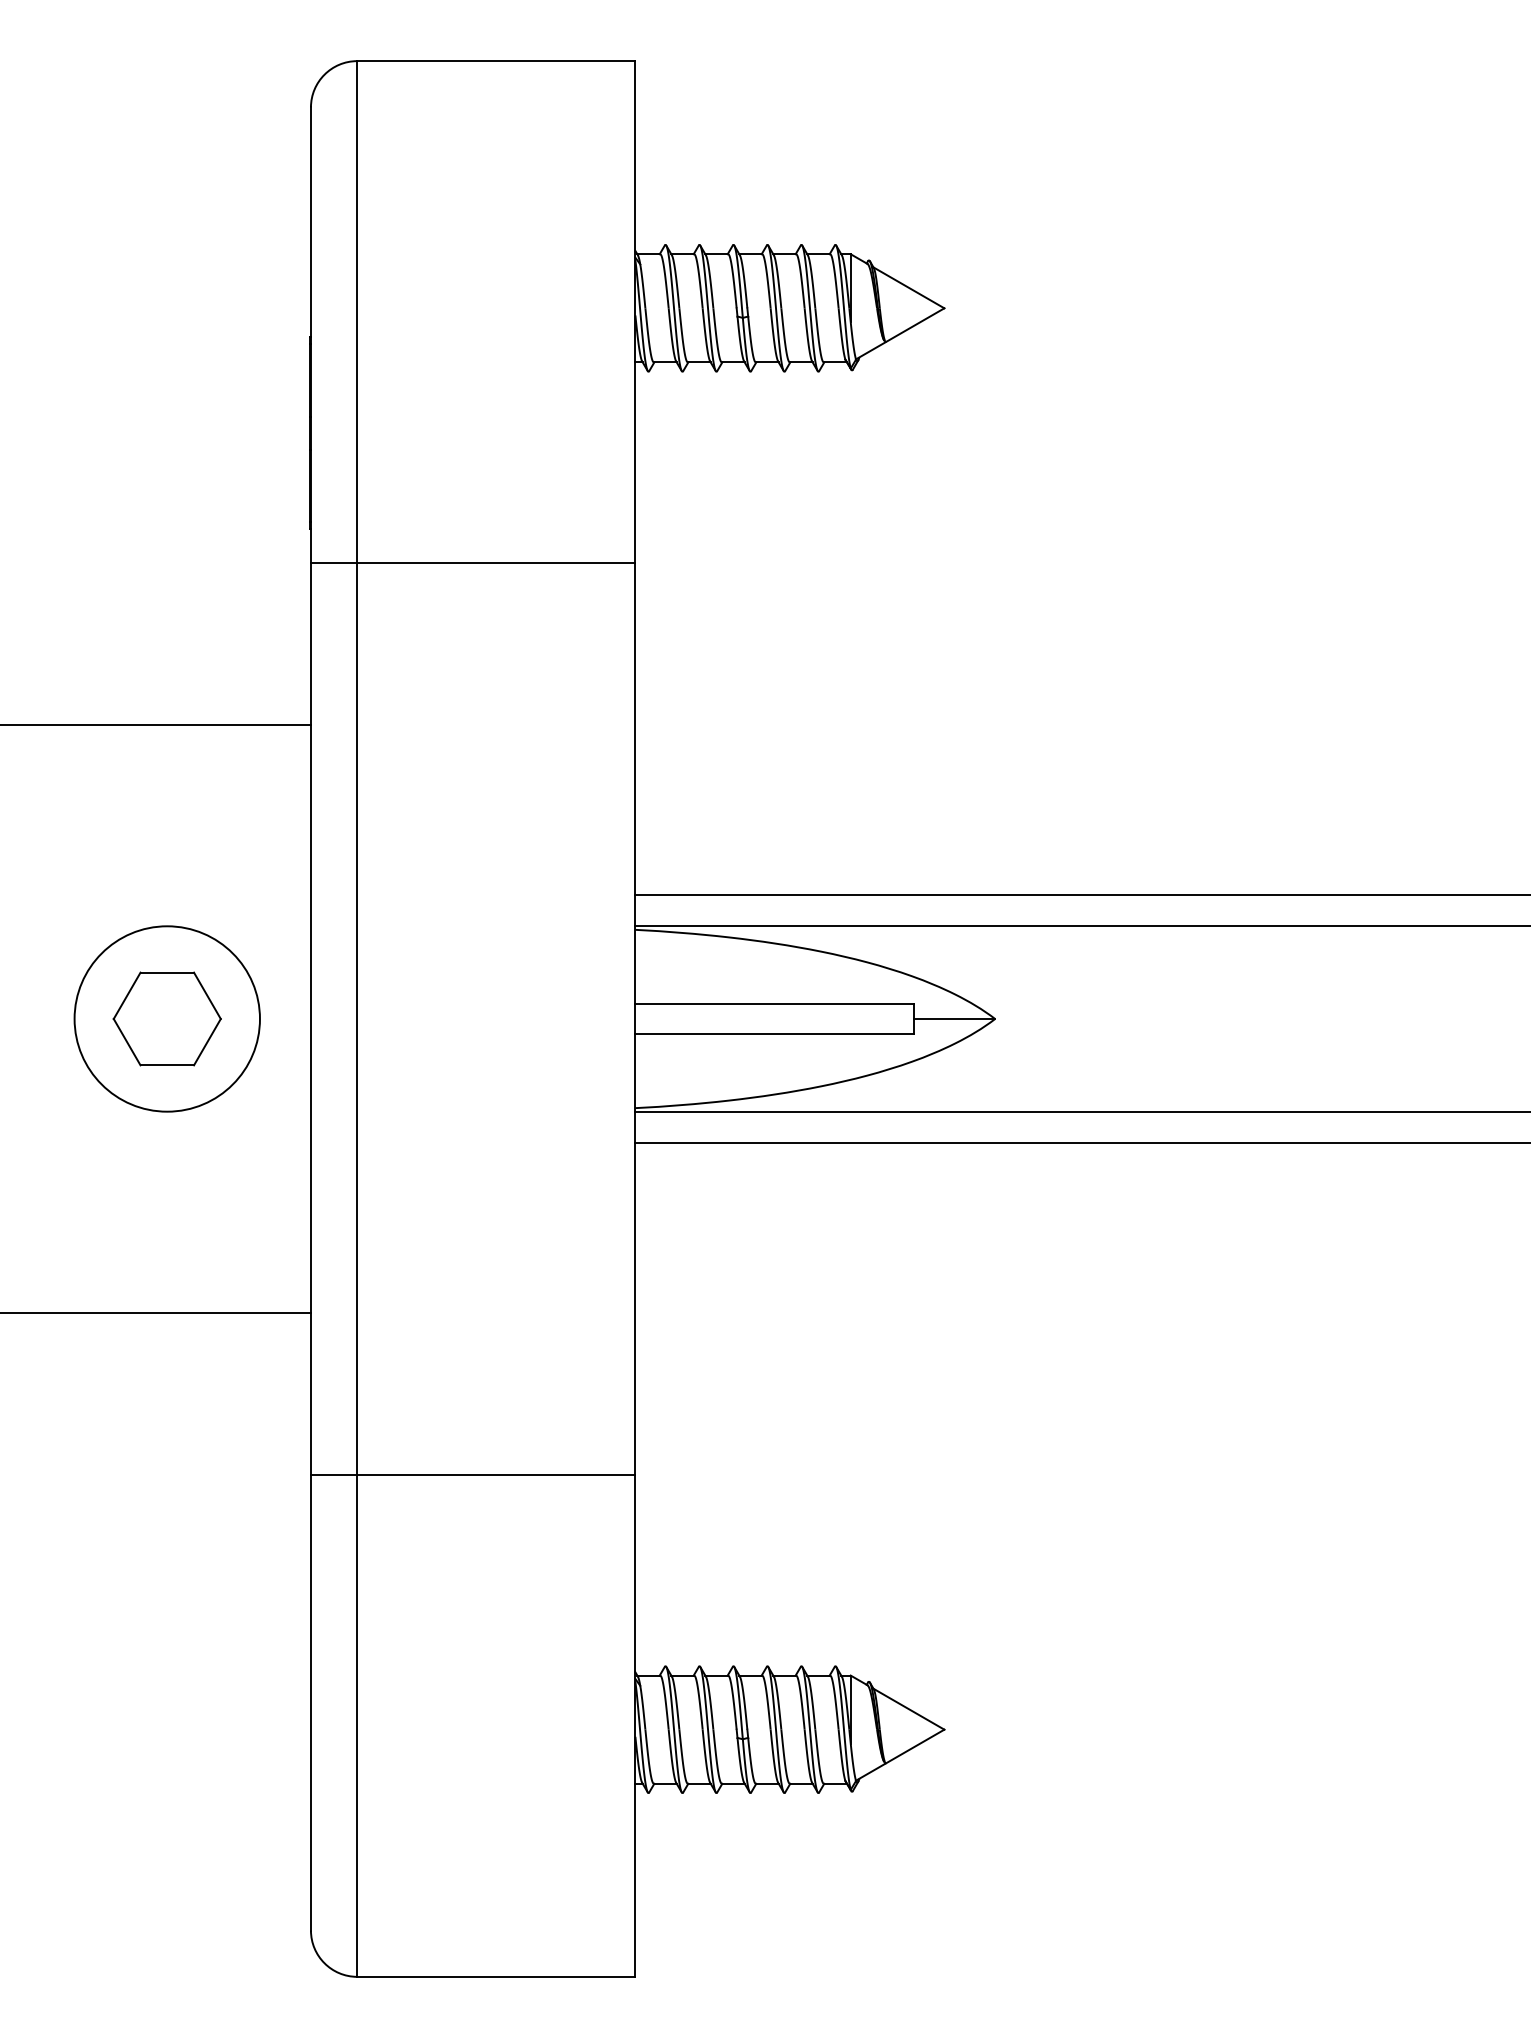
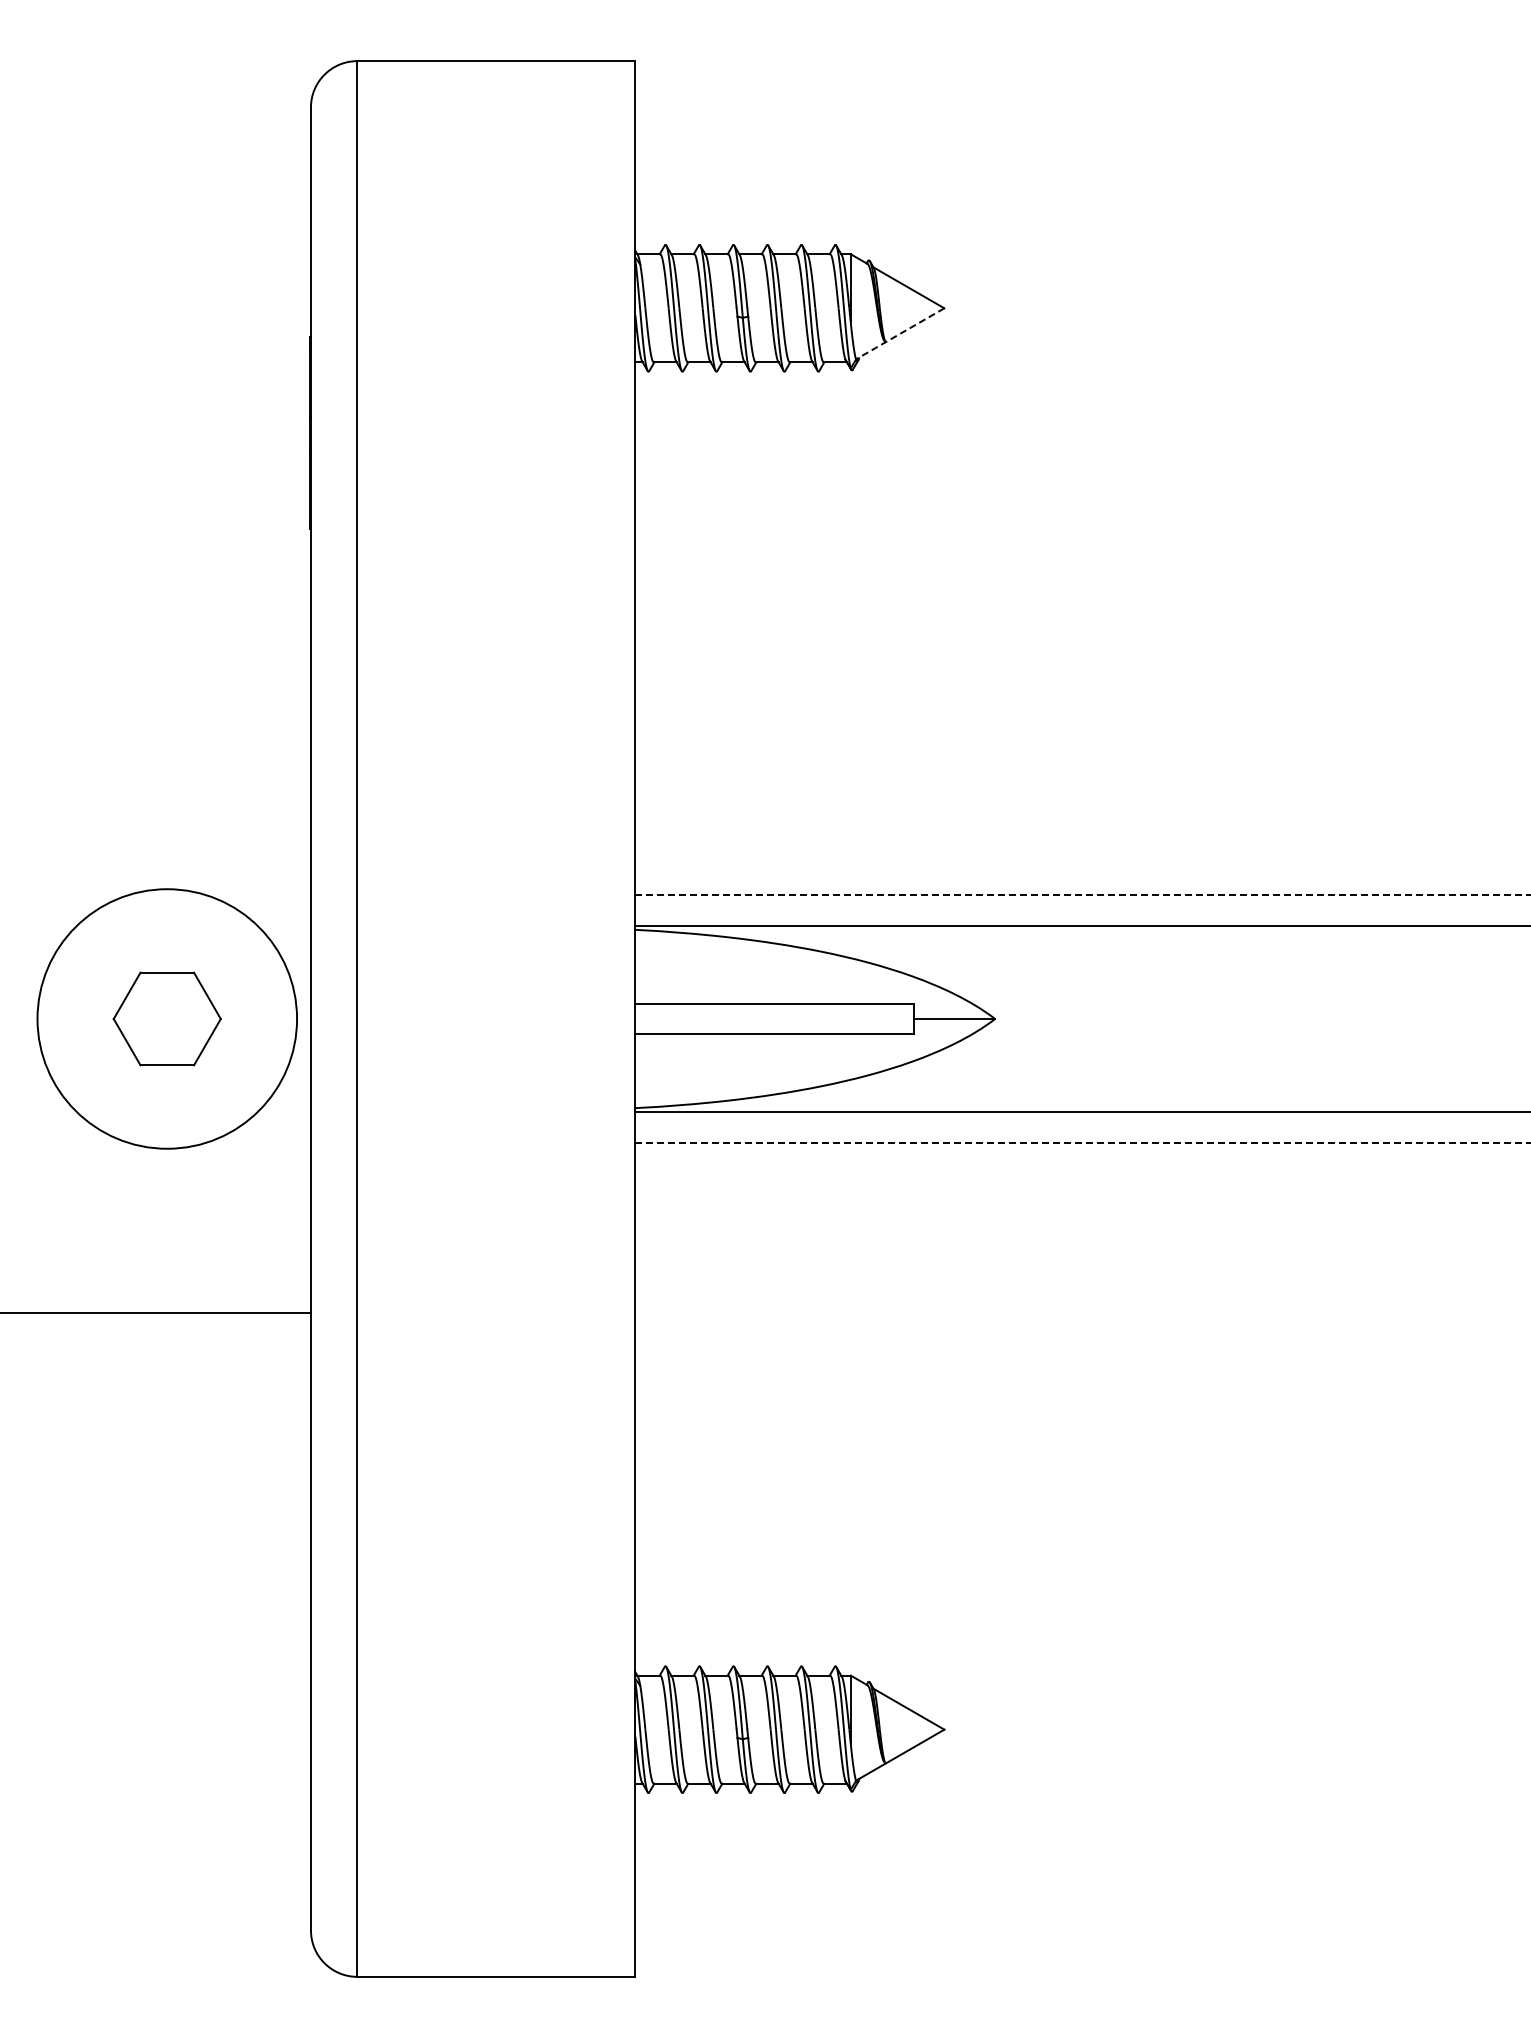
line at (899, 334): solid -> dashed
line at (472, 563): present -> none
line at (156, 725): present -> none
line at (1083, 895): solid -> dashed
circle at (166, 1018) diameter: 185 px -> 260 px
line at (1083, 1142): solid -> dashed
line at (472, 1474): present -> none
